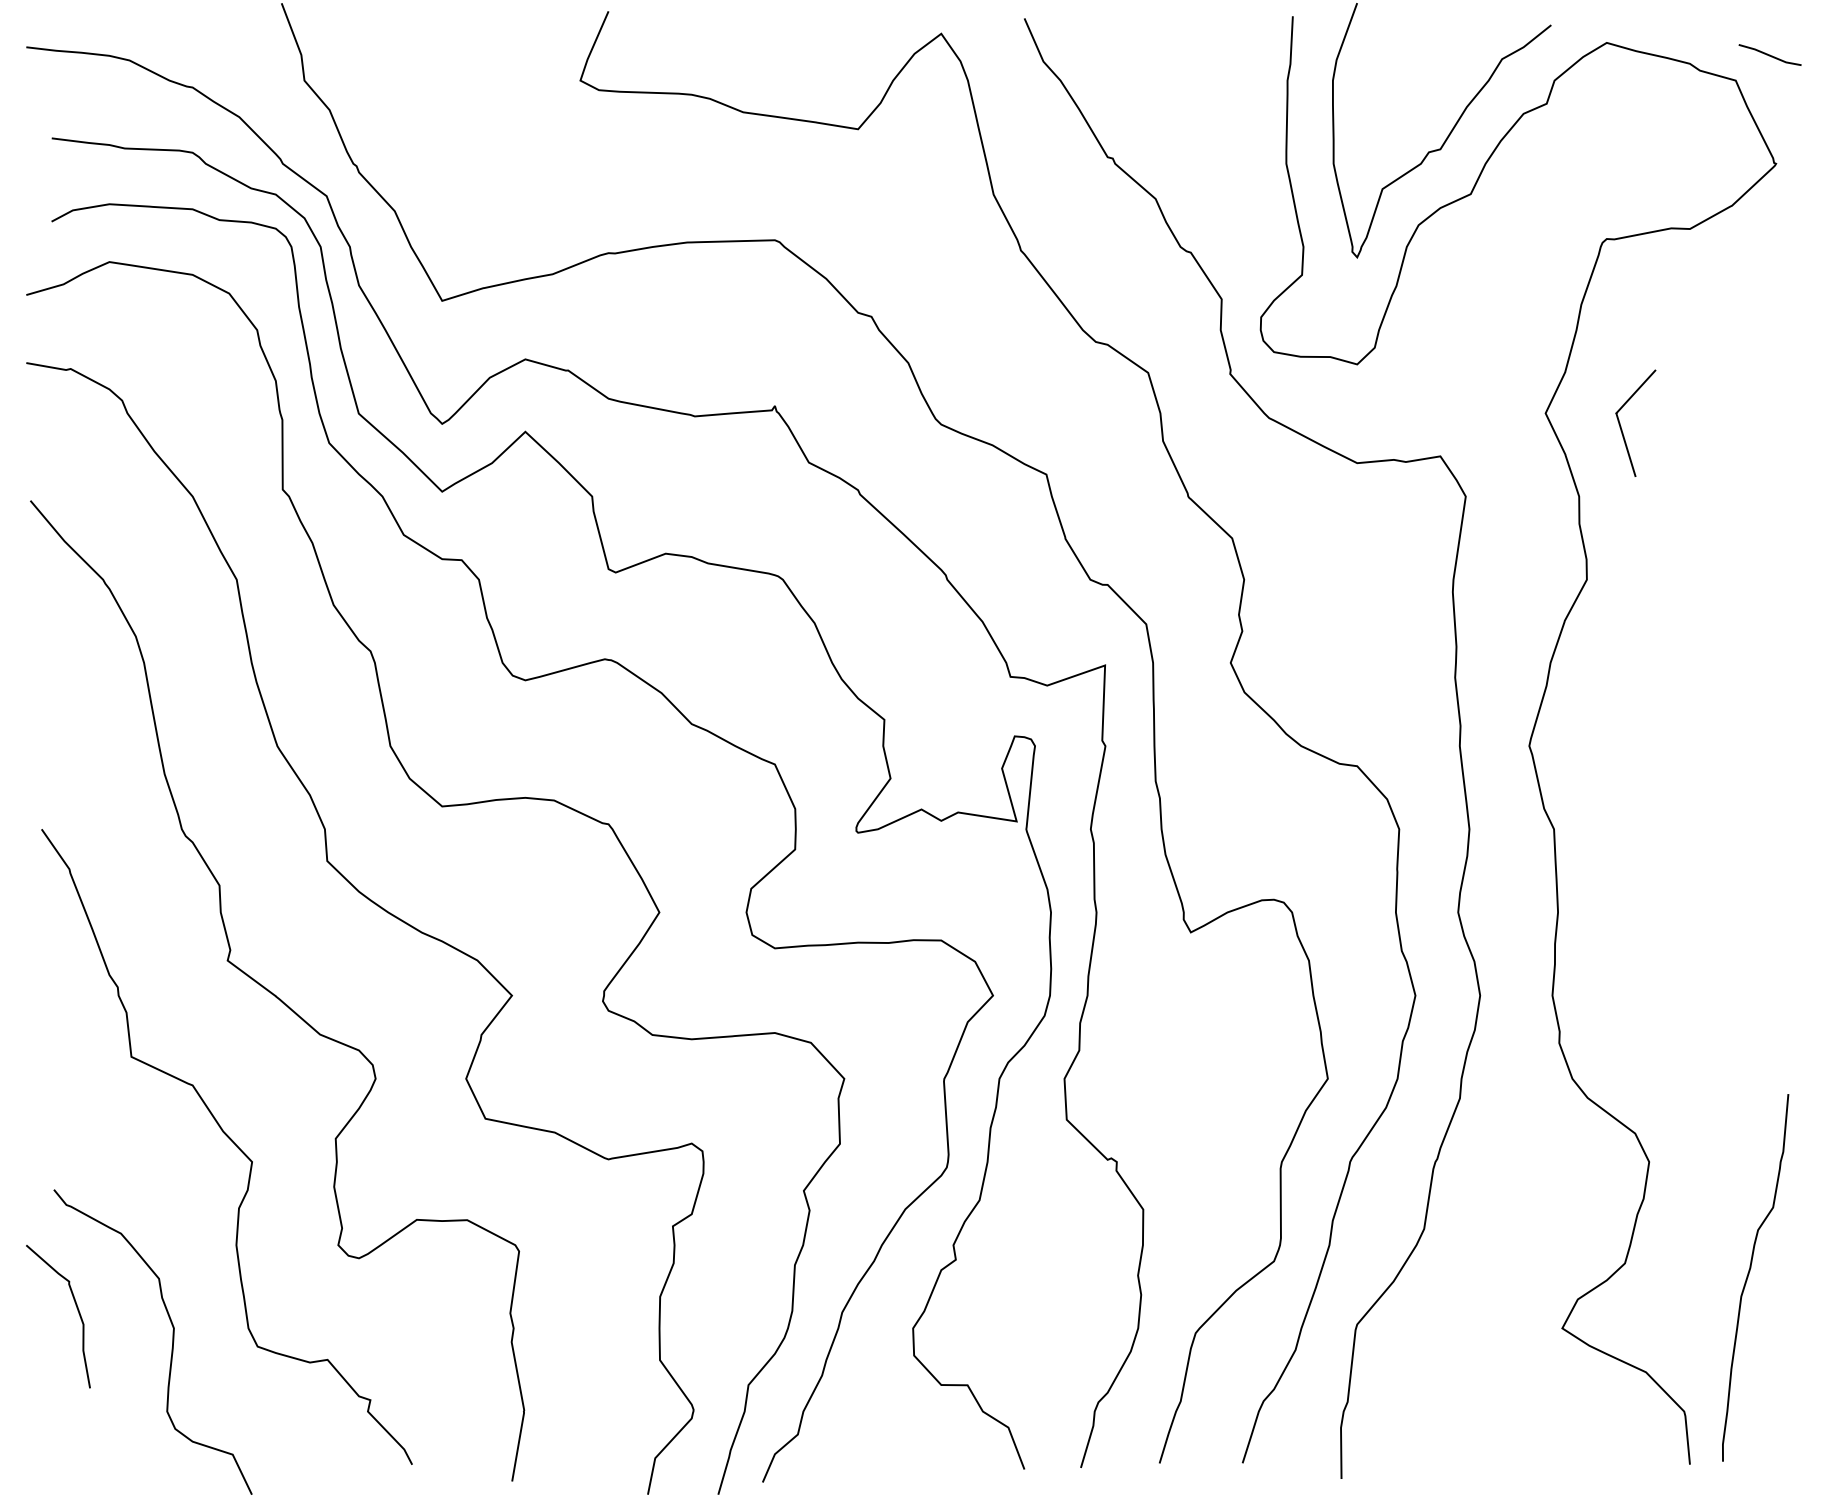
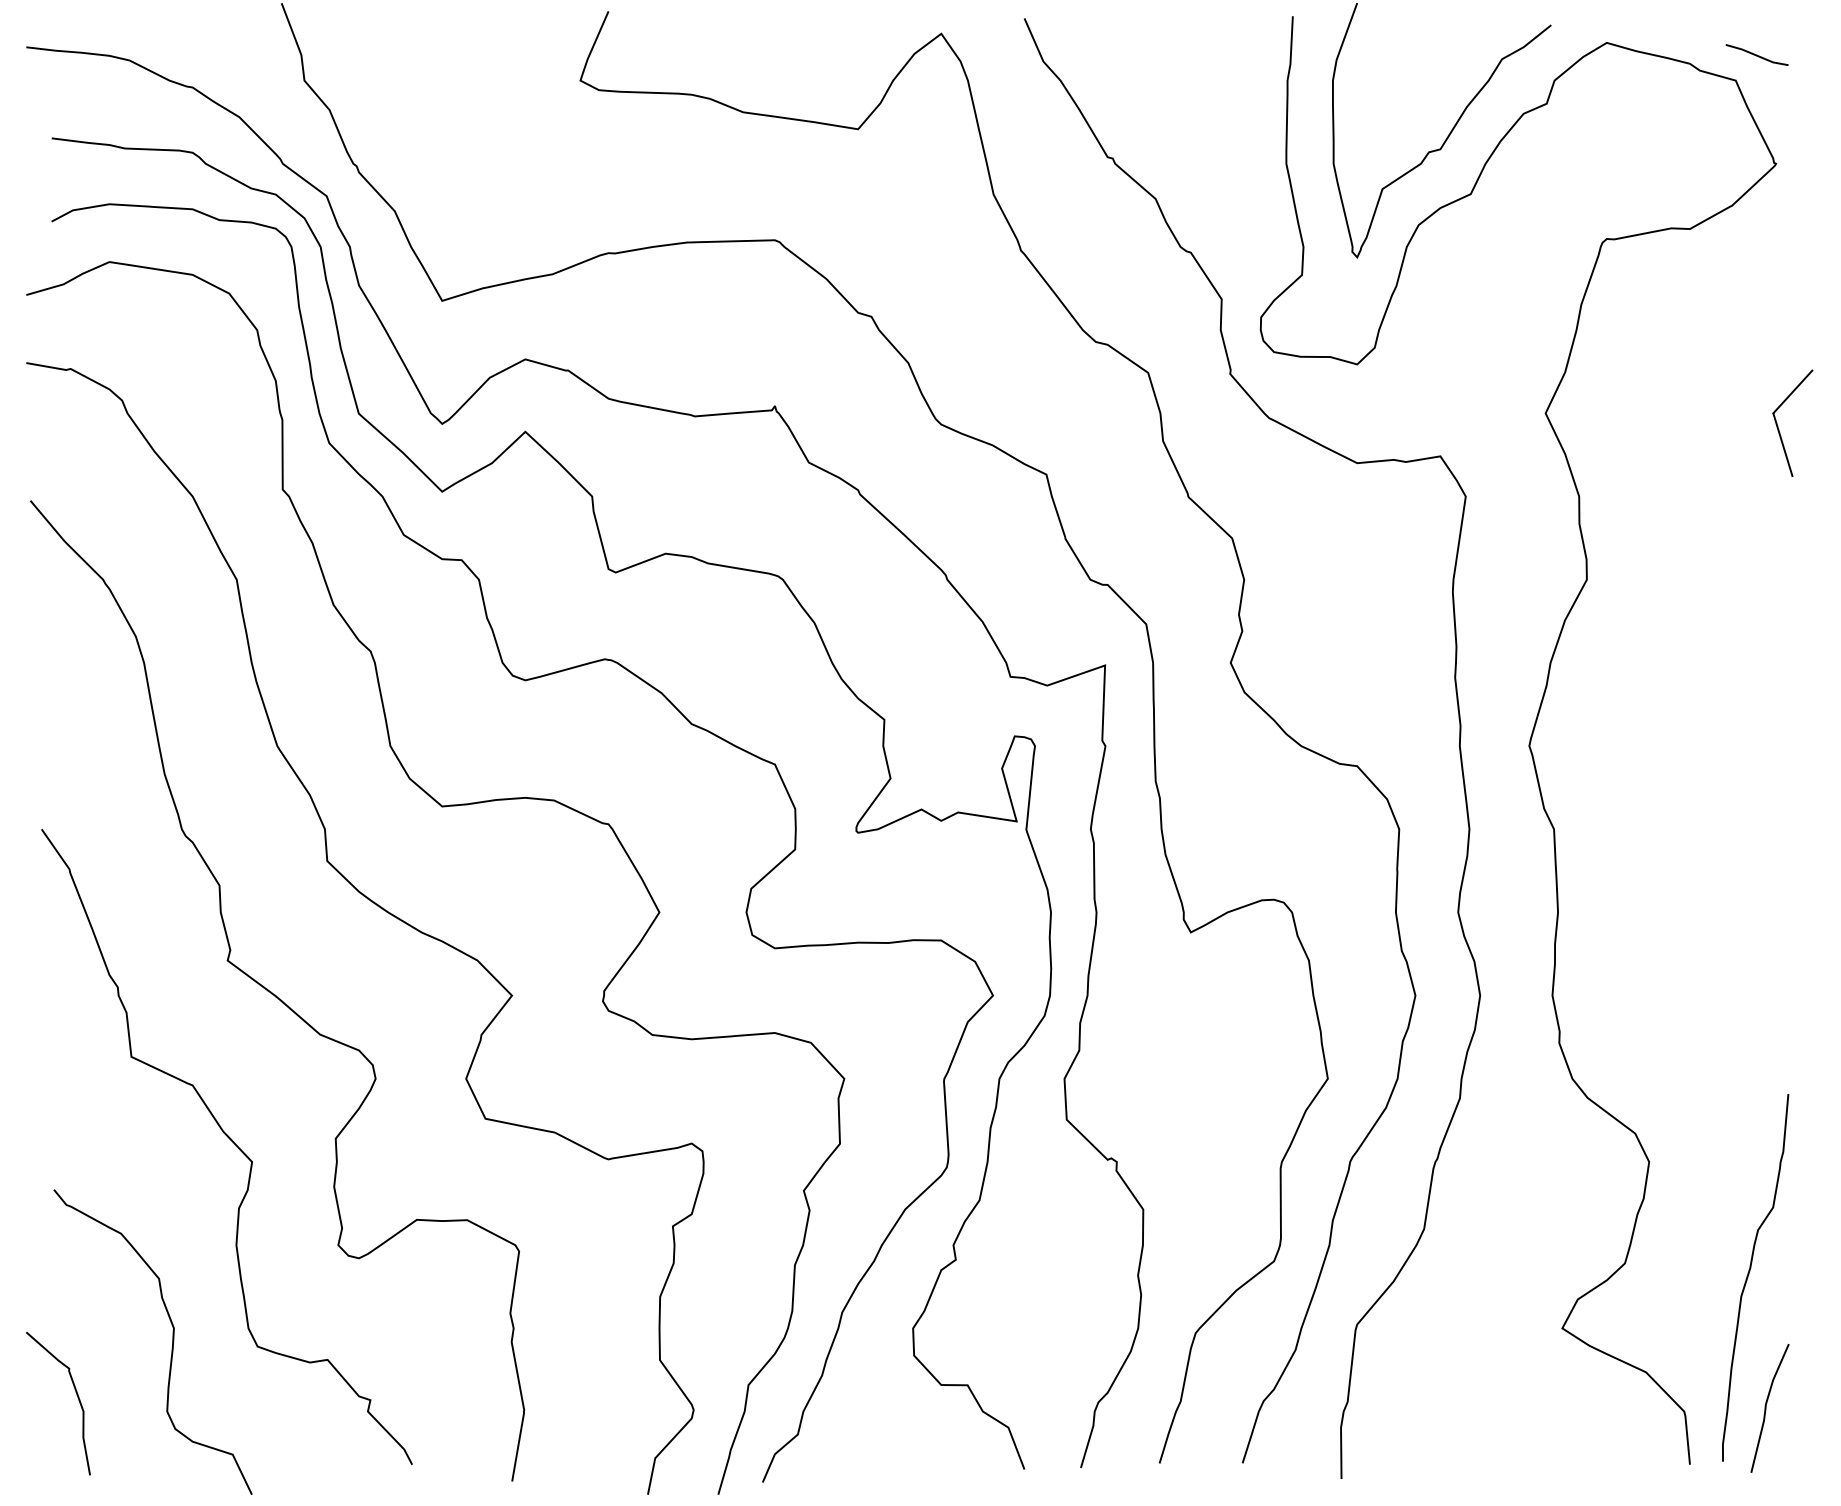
line at (1769, 54) position: (1769, 54) -> (1756, 54)
line at (1621, 426) position: (1621, 426) -> (1778, 426)
curve at (77, 1311) position: (77, 1311) -> (77, 1398)
curve at (1766, 1408): none -> present
